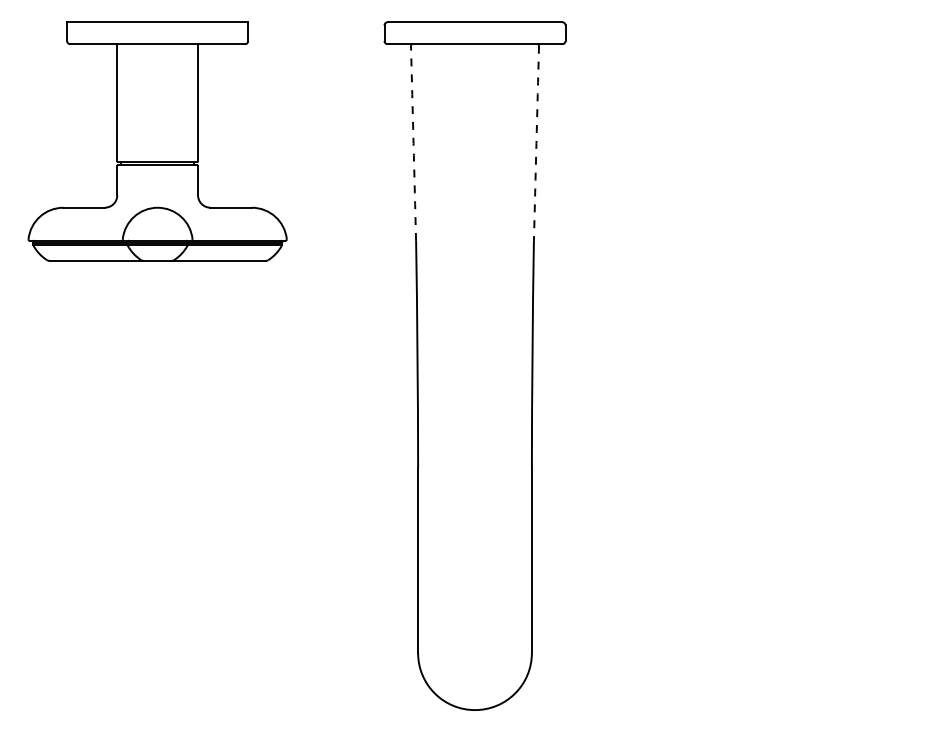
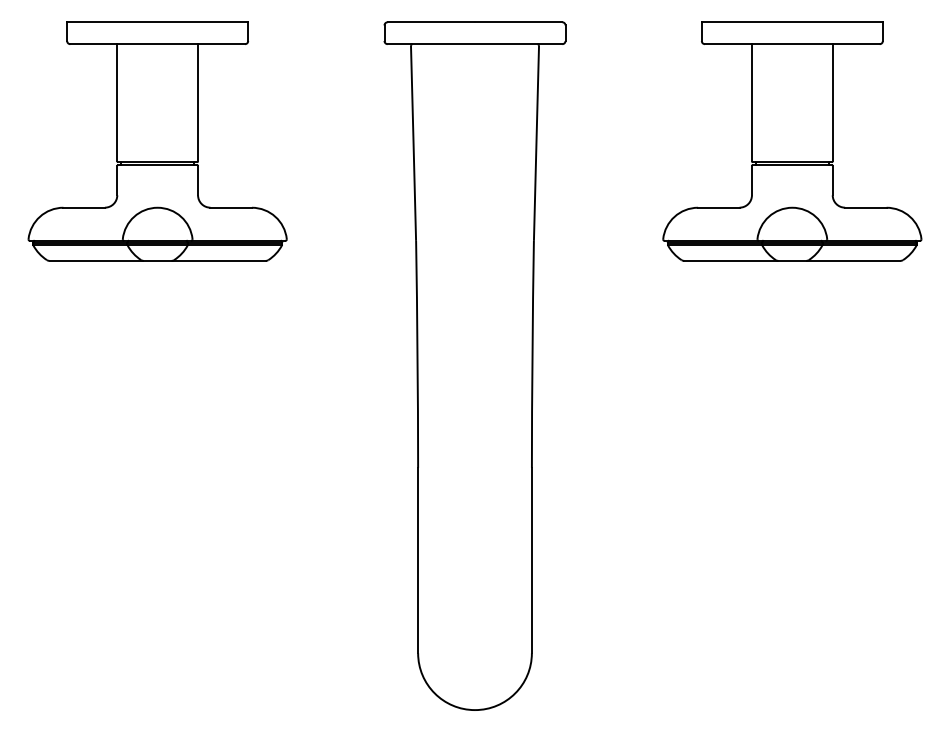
part at (792, 141): none -> present
arc at (413, 143): dashed -> solid
arc at (536, 143): dashed -> solid
